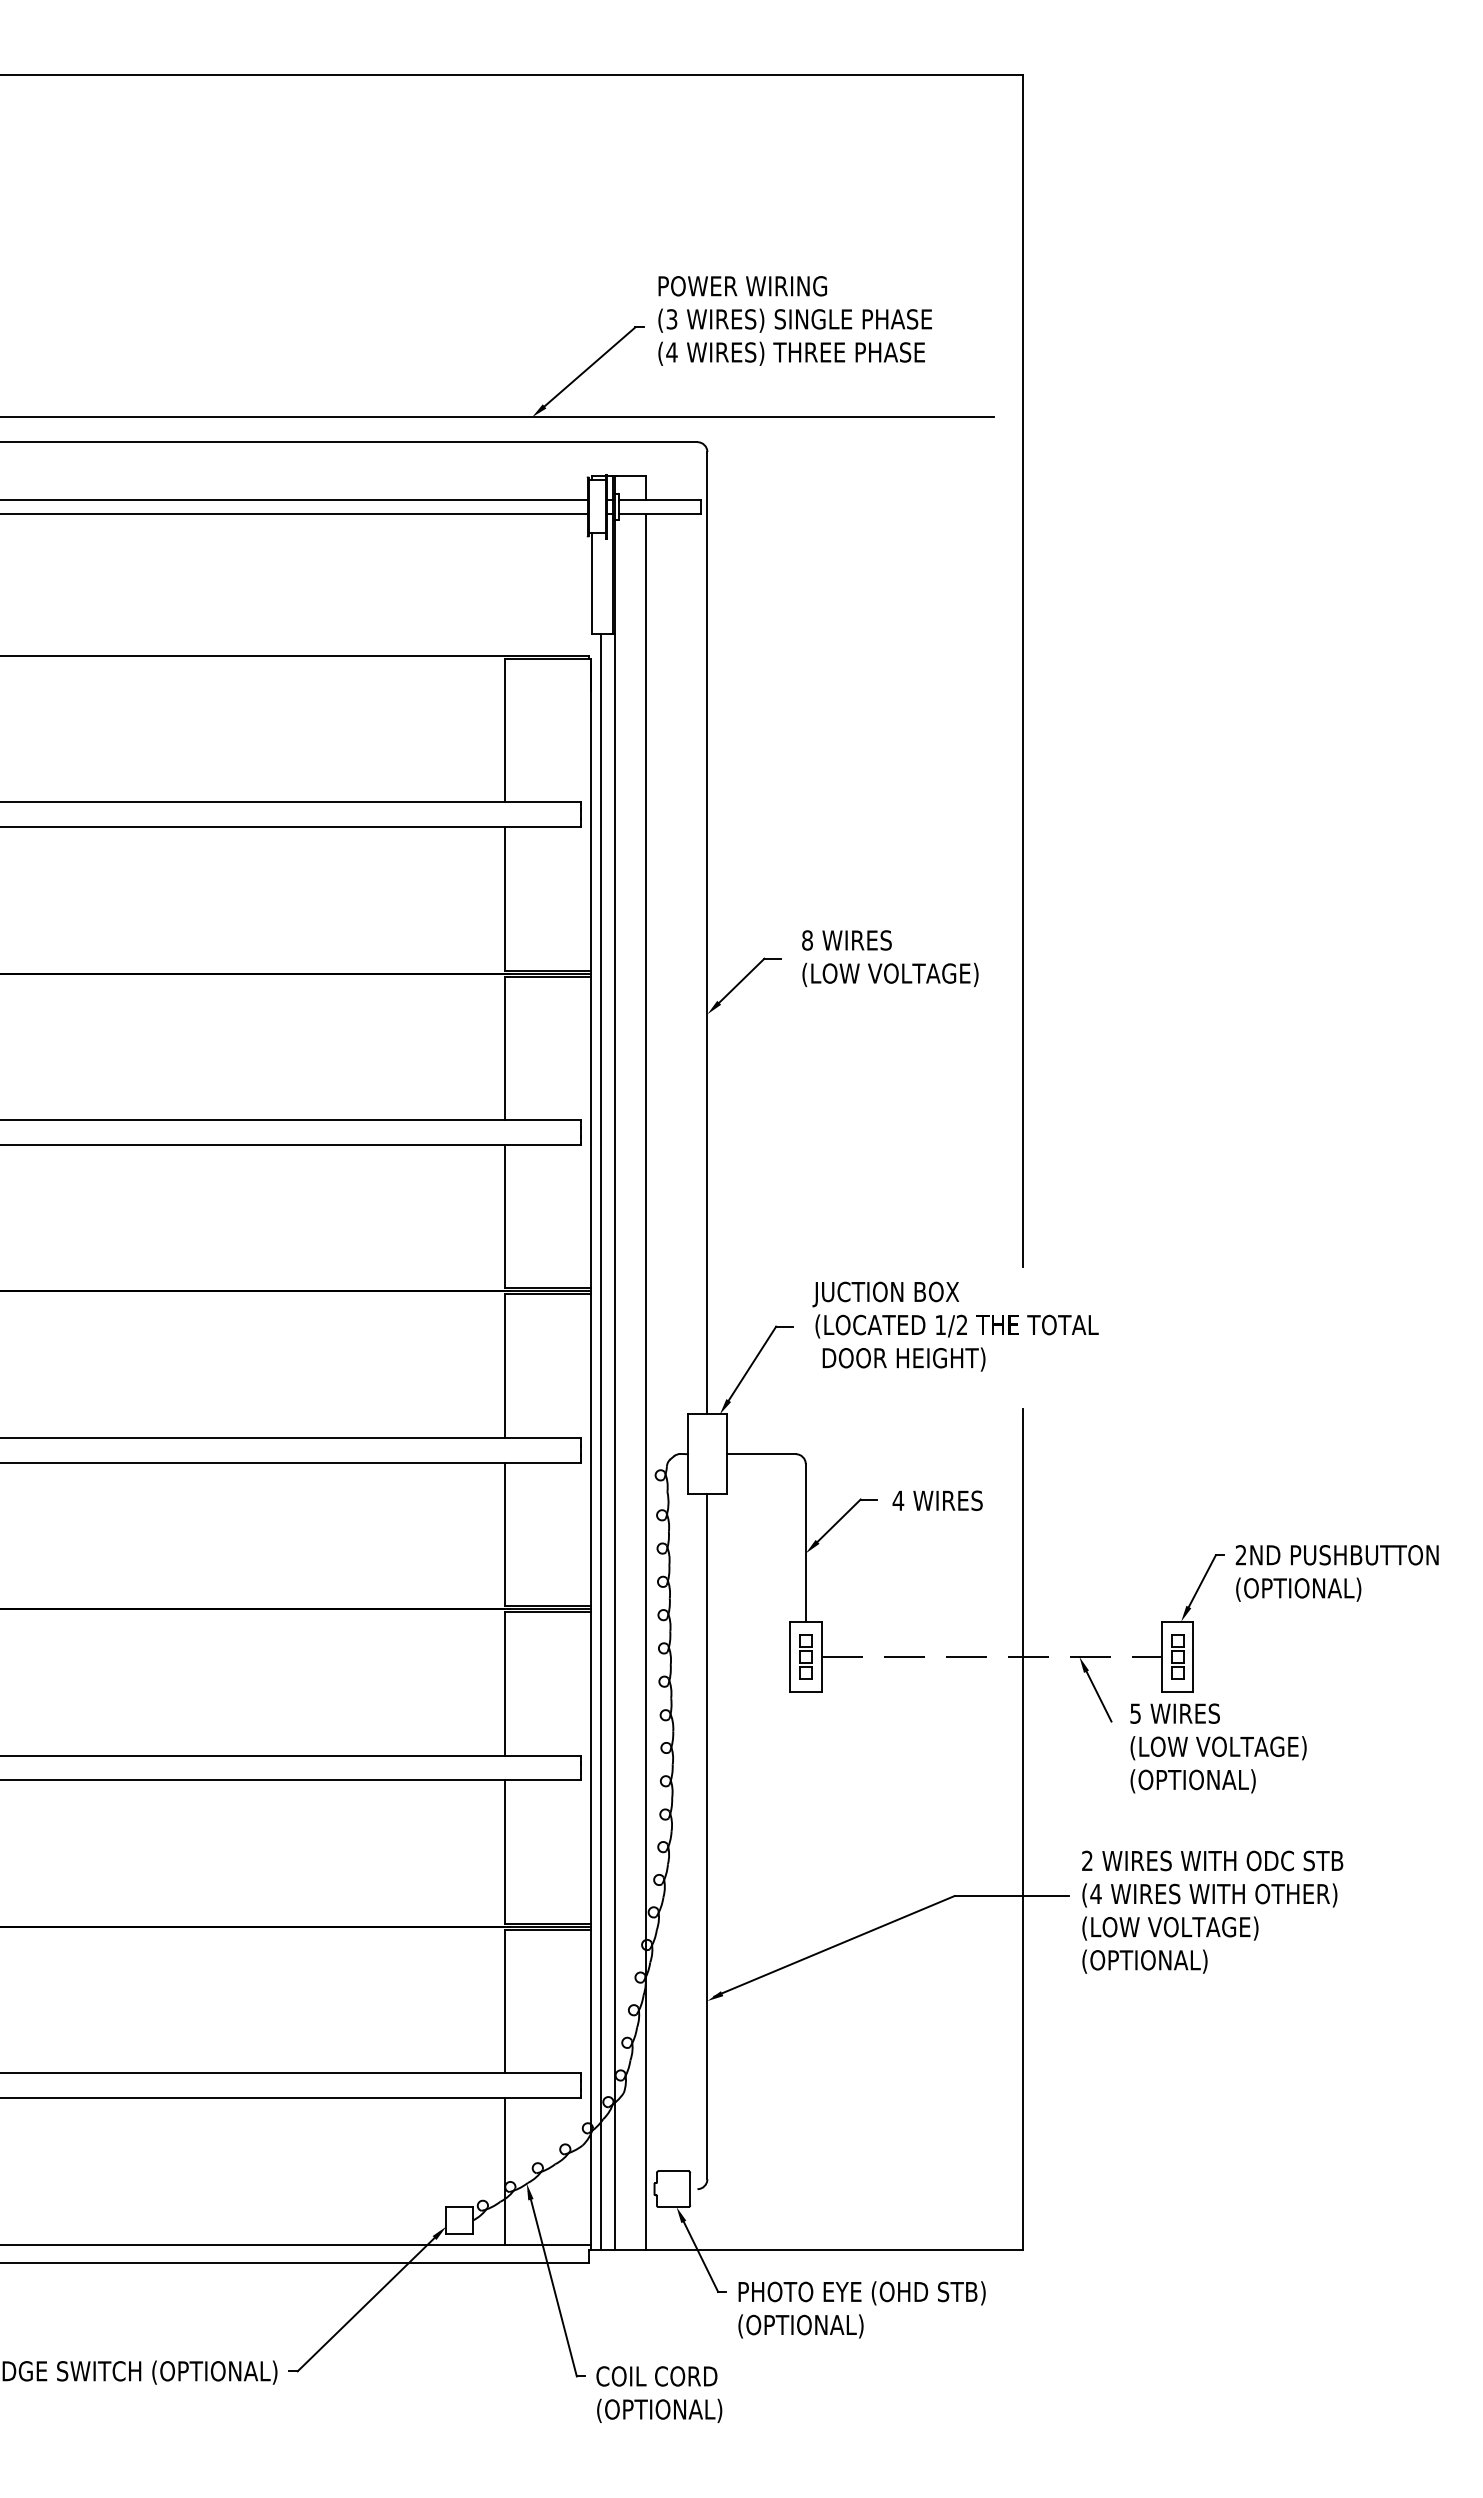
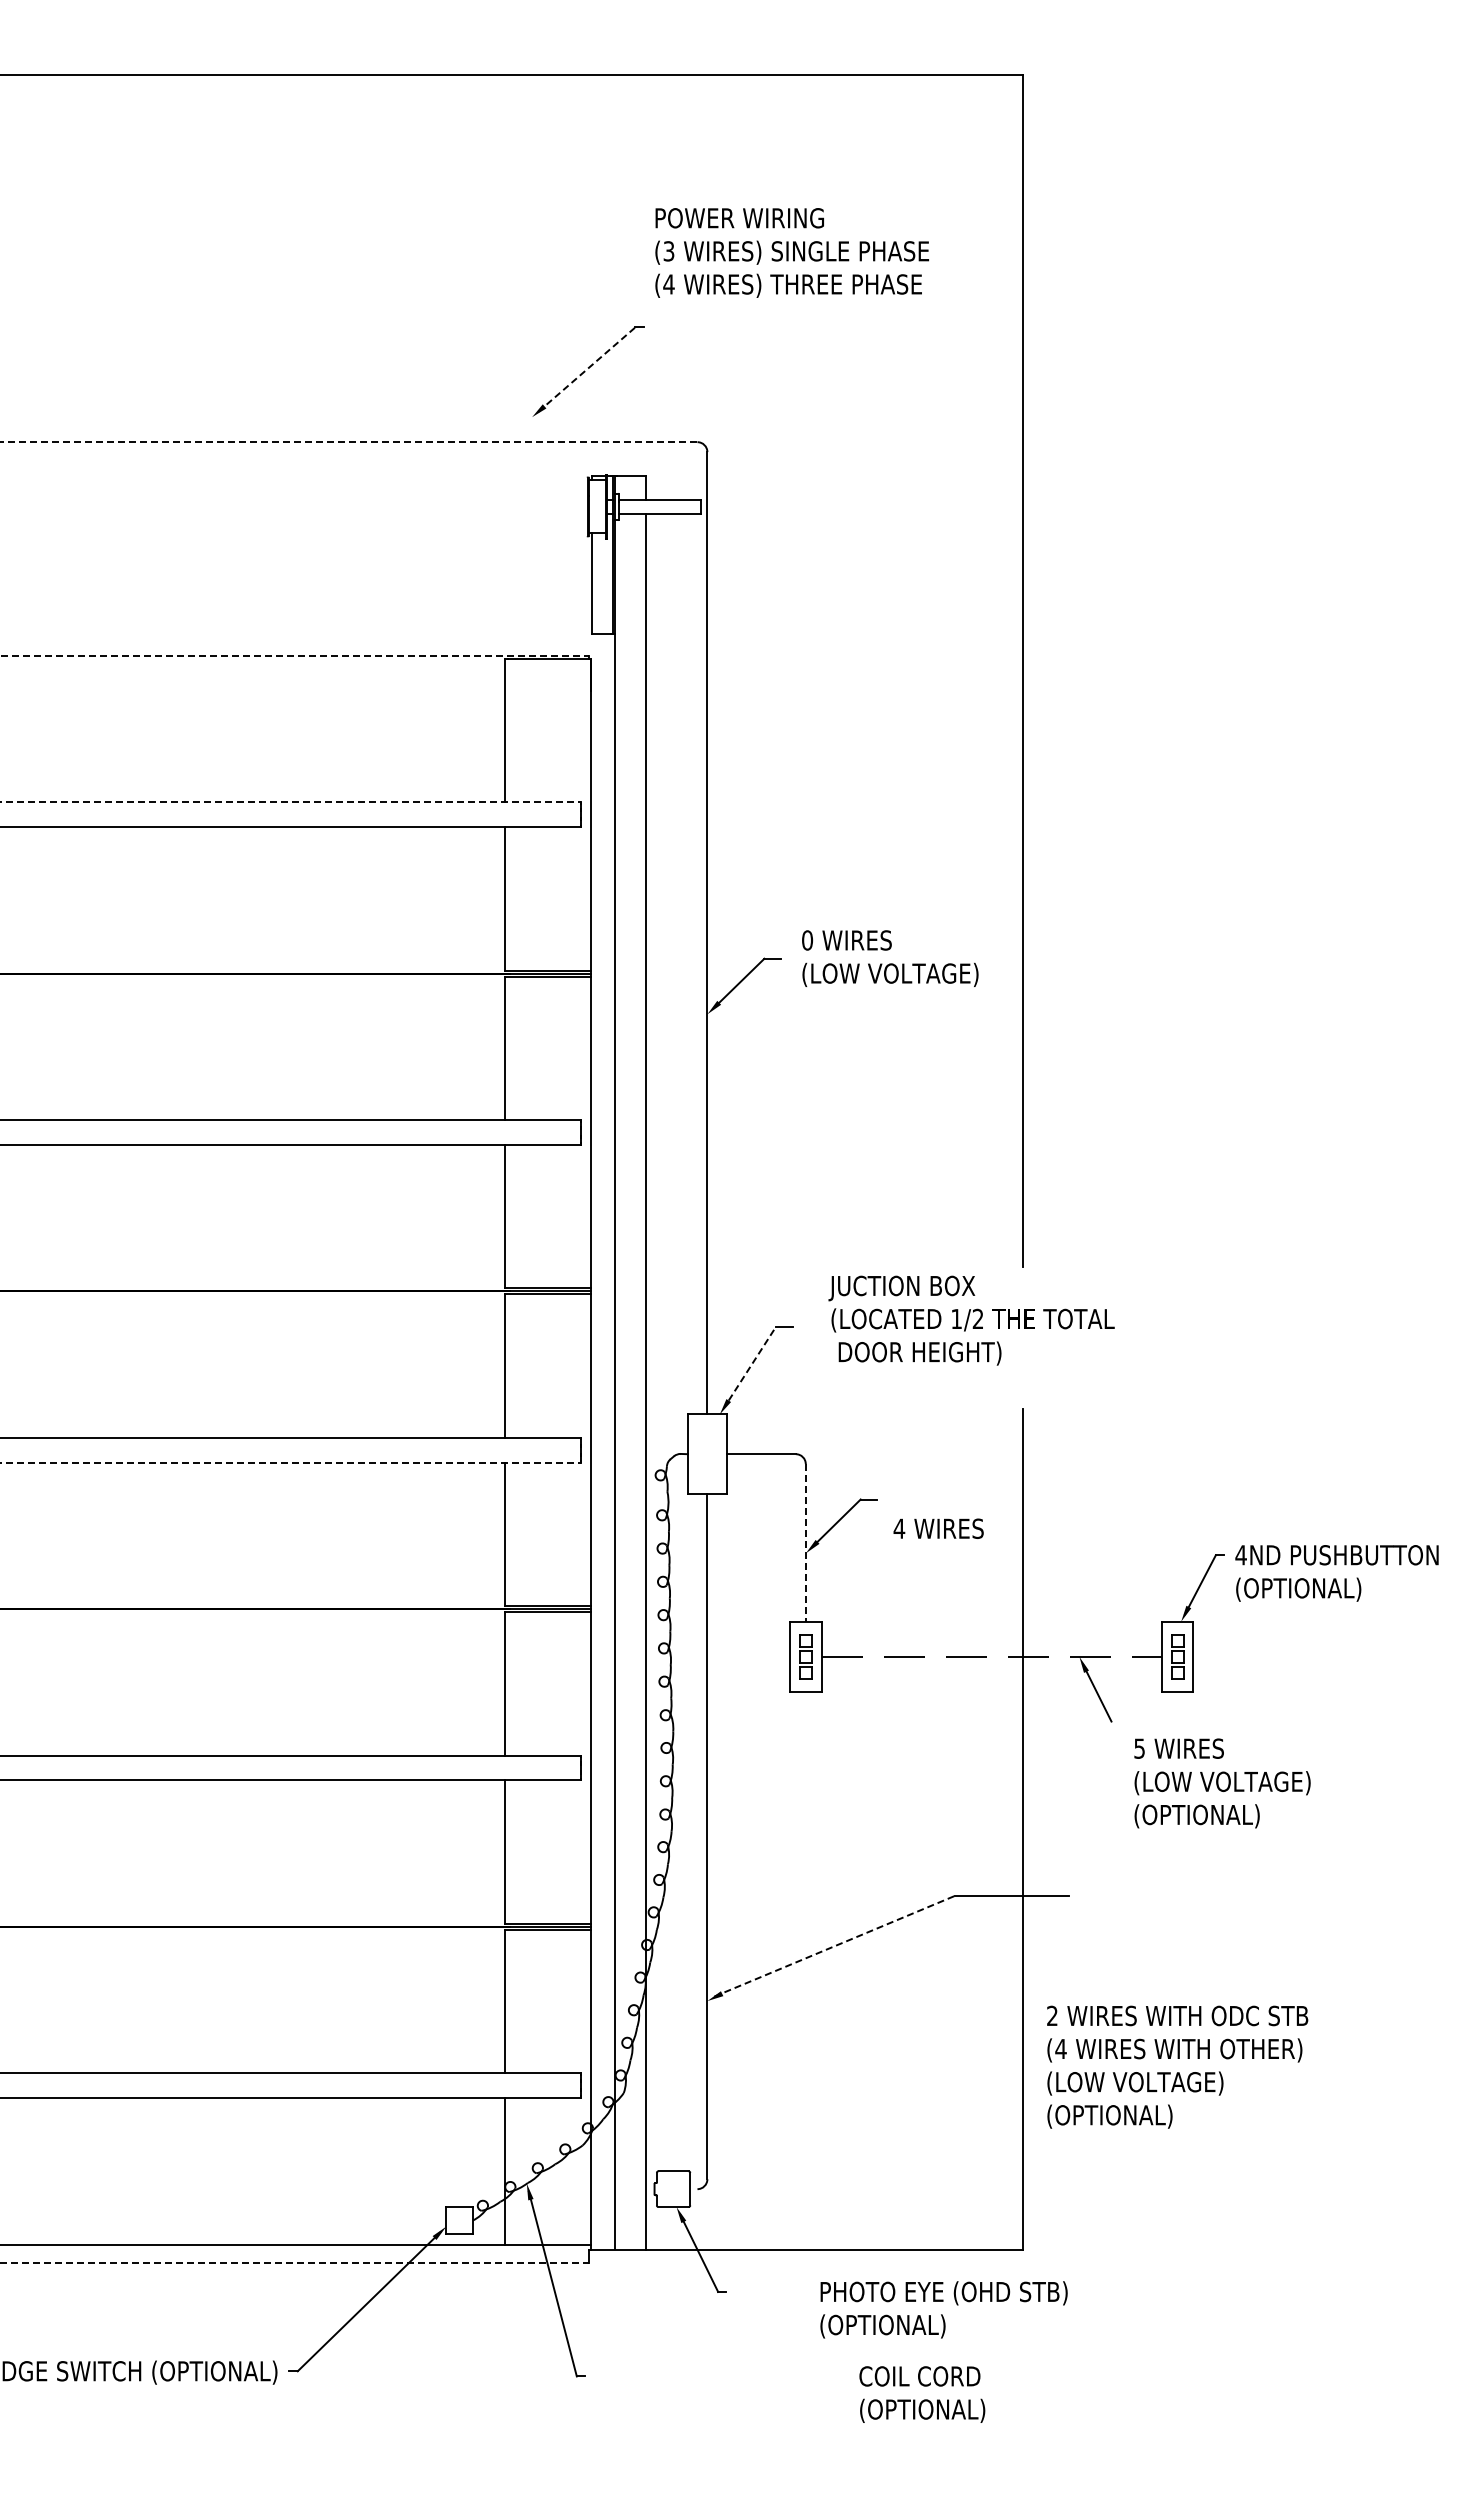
text at (794, 320) position: (794, 320) -> (791, 252)
line at (587, 369): solid -> dashed
line at (498, 417): present -> none
line at (348, 442): solid -> dashed
line at (294, 500): present -> none
line at (294, 513): present -> none
line at (294, 655): solid -> dashed
line at (291, 802): solid -> dashed
text at (807, 940): 8 -> 0
text at (955, 1326) position: (955, 1326) -> (971, 1320)
line at (752, 1363): solid -> dashed
line at (600, 1441): present -> none
line at (291, 1462): solid -> dashed
text at (937, 1500) position: (937, 1500) -> (938, 1528)
line at (805, 1542): solid -> dashed
text at (1240, 1555): 2ND -> 4ND
text at (1218, 1748) position: (1218, 1748) -> (1222, 1783)
text at (1212, 1911) position: (1212, 1911) -> (1177, 2066)
line at (834, 1946): solid -> dashed
line at (294, 2263): solid -> dashed
text at (861, 2309) position: (861, 2309) -> (943, 2309)
text at (659, 2394) position: (659, 2394) -> (922, 2394)
